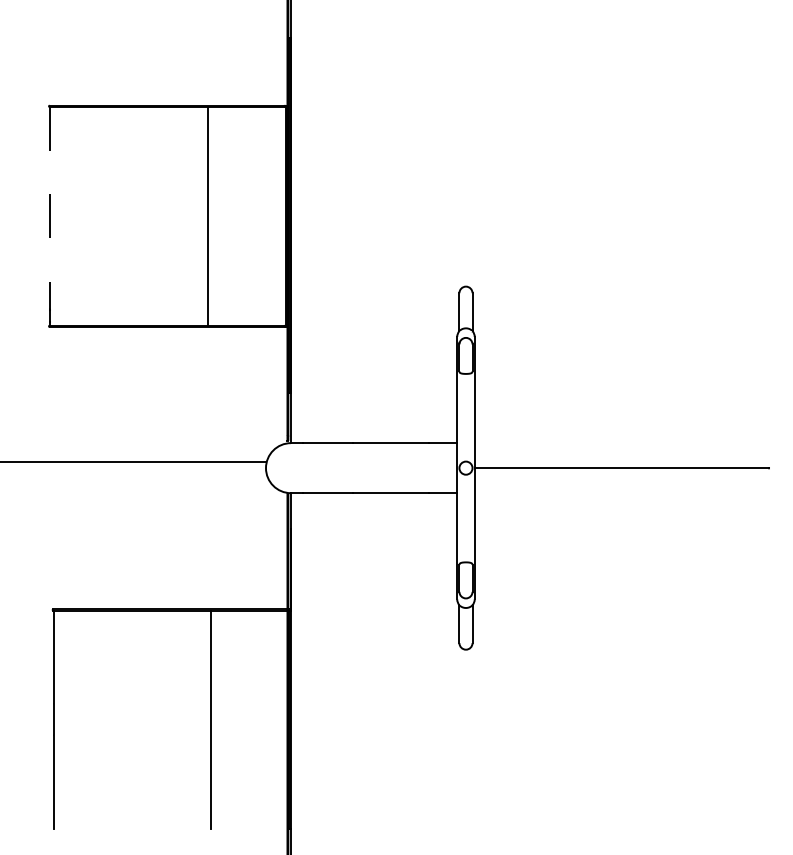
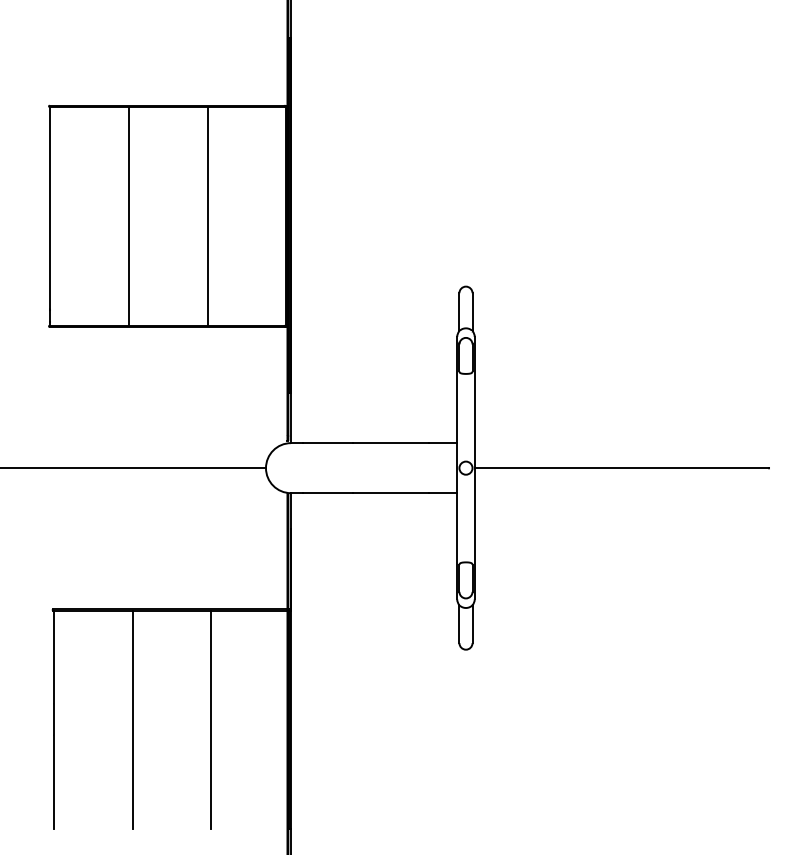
line at (50, 215): dashed -> solid
line at (128, 215): none -> present
line at (134, 462) position: (134, 462) -> (134, 468)
line at (132, 719): none -> present
